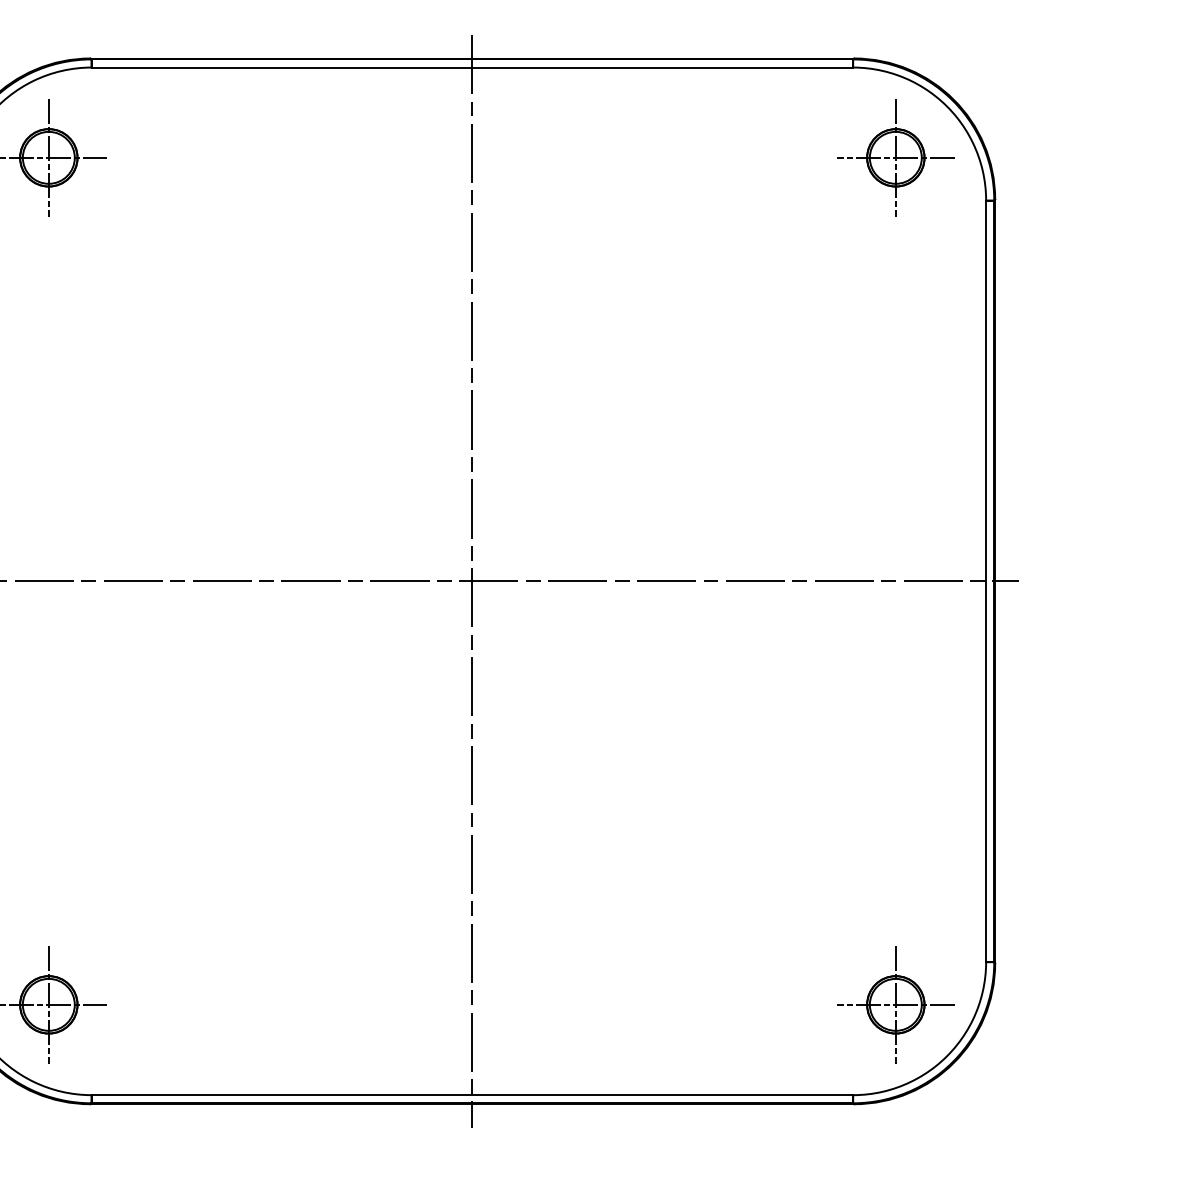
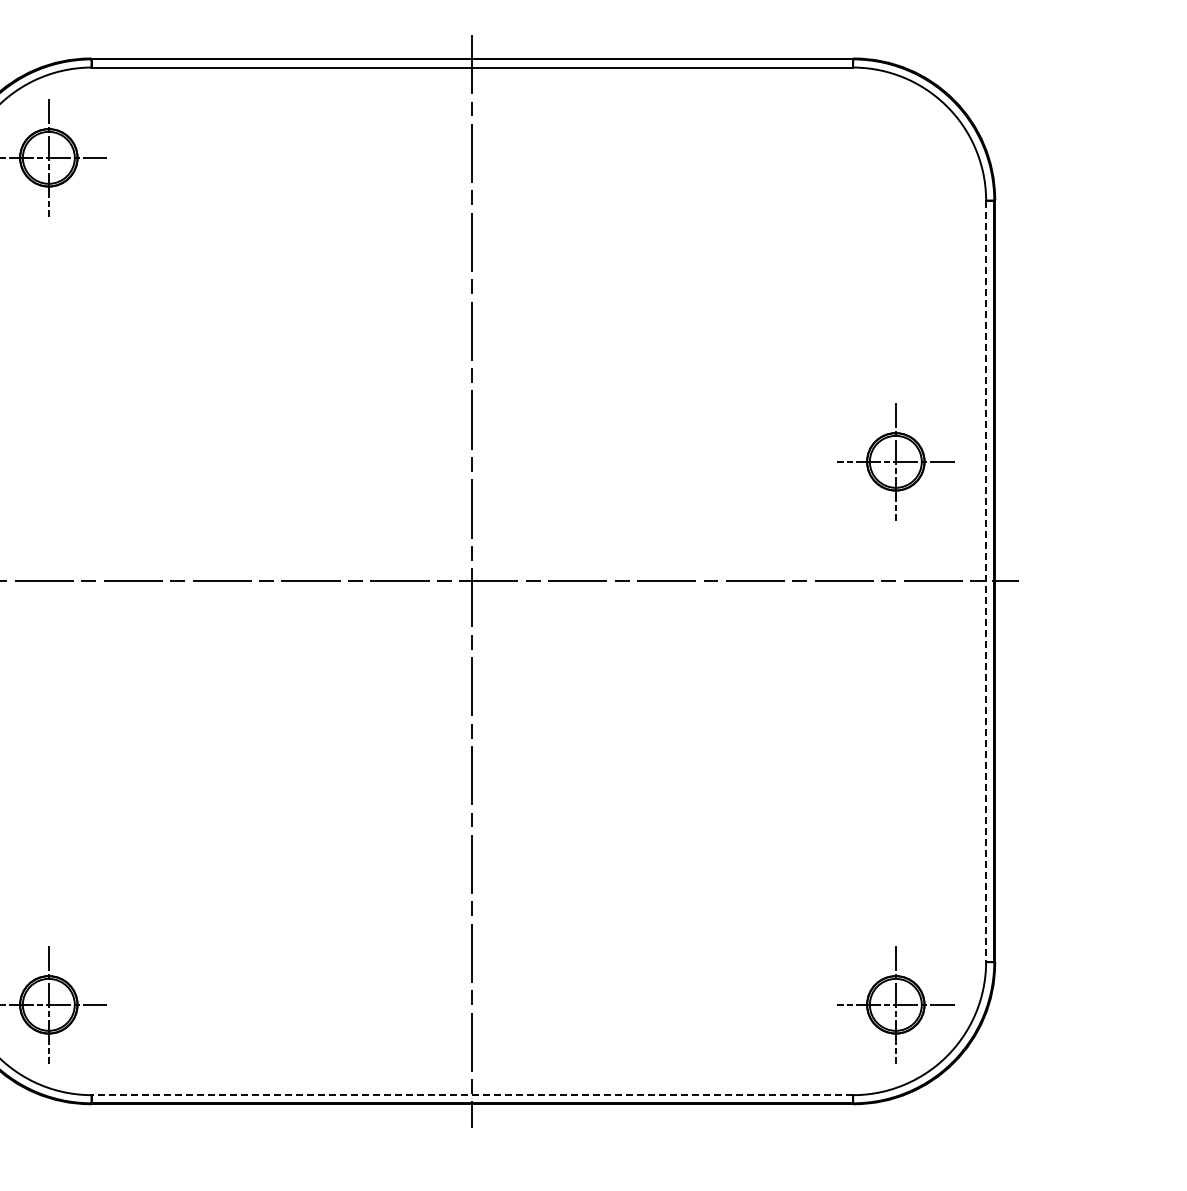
part at (895, 157) position: (895, 157) -> (895, 461)
line at (986, 581): solid -> dashed
line at (472, 1095): solid -> dashed
